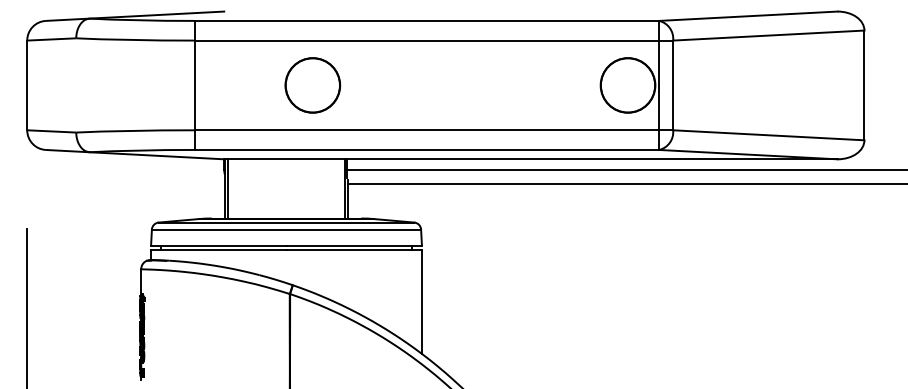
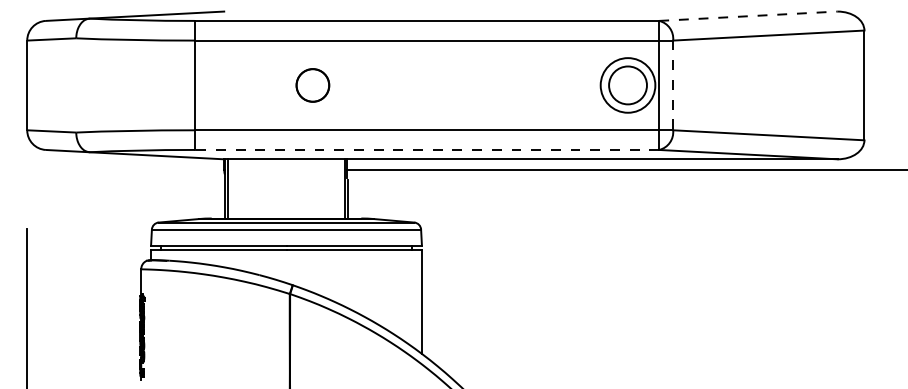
line at (748, 16): solid -> dashed
part at (312, 85) size: 58x57 px -> 36x35 px
circle at (627, 85) diameter: 54 px -> 38 px
line at (673, 85): solid -> dashed
line at (426, 149): solid -> dashed
line at (626, 184): present -> none
